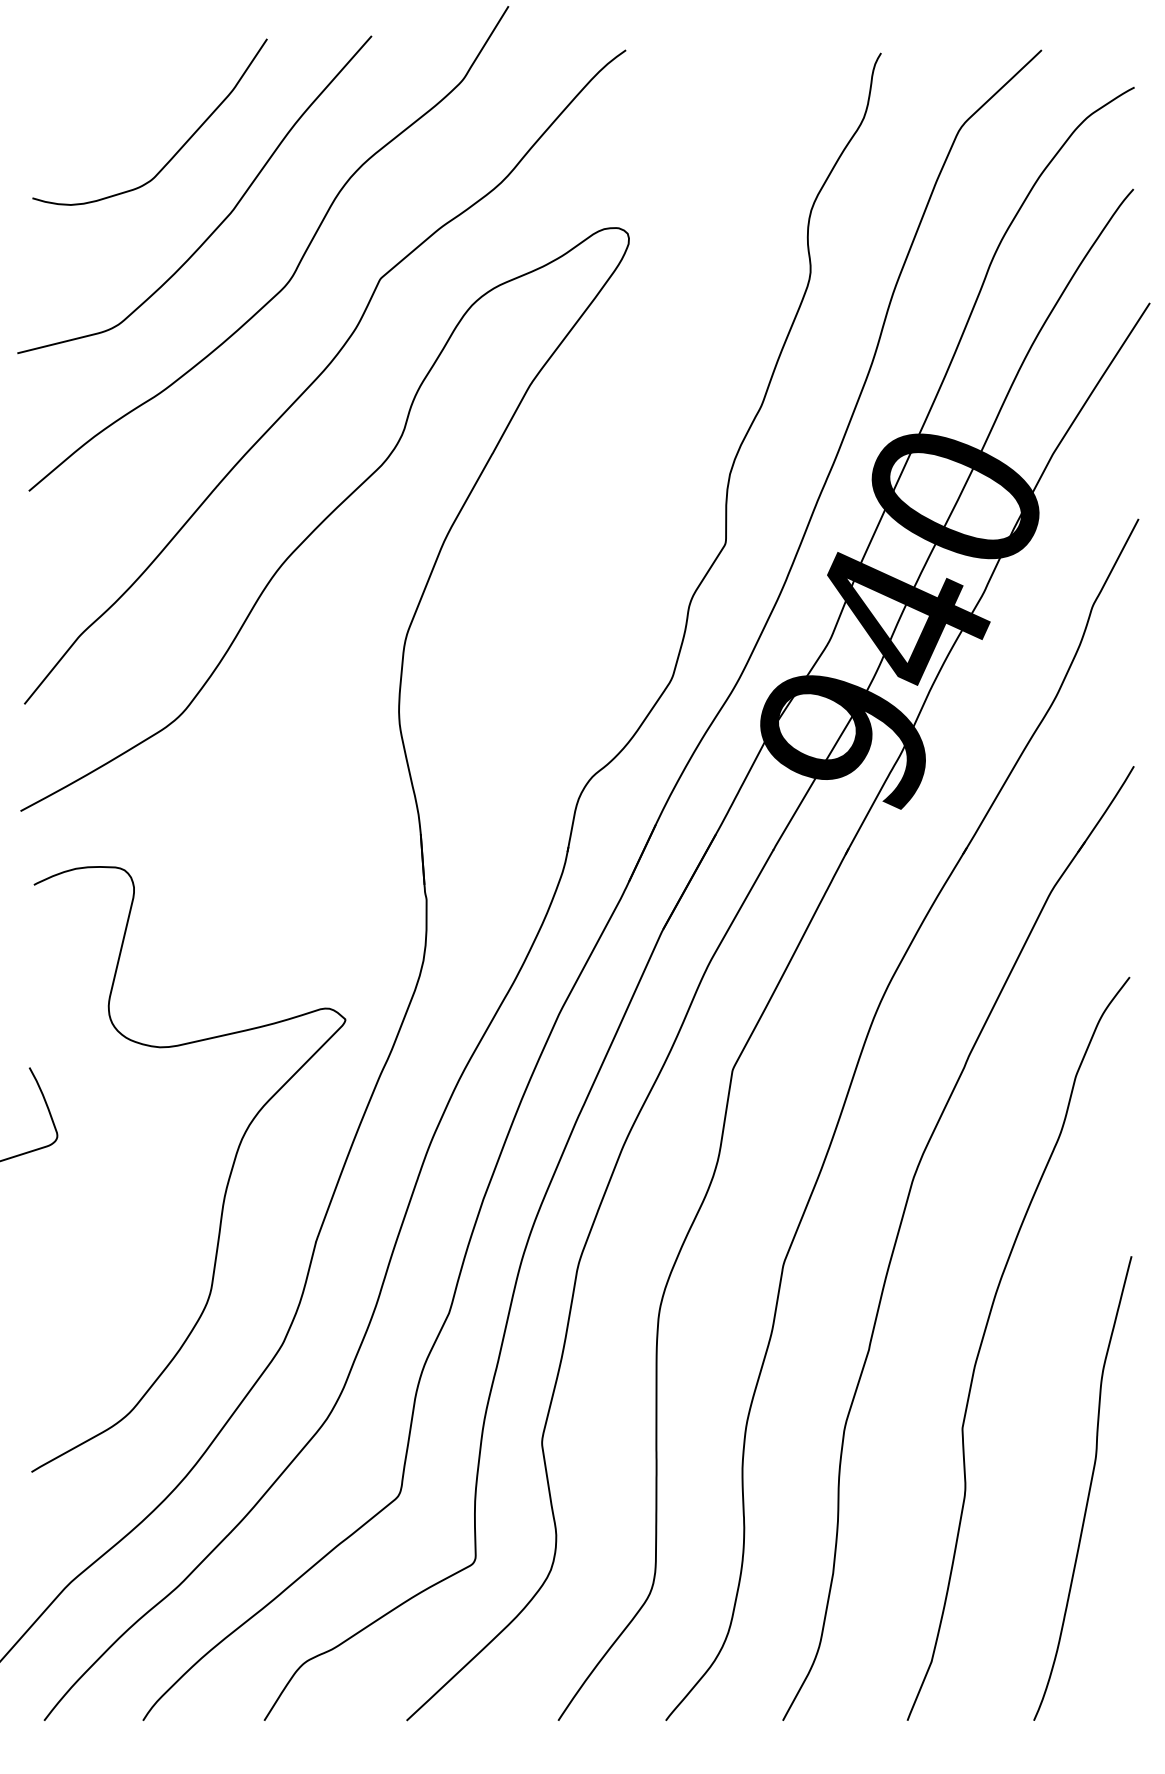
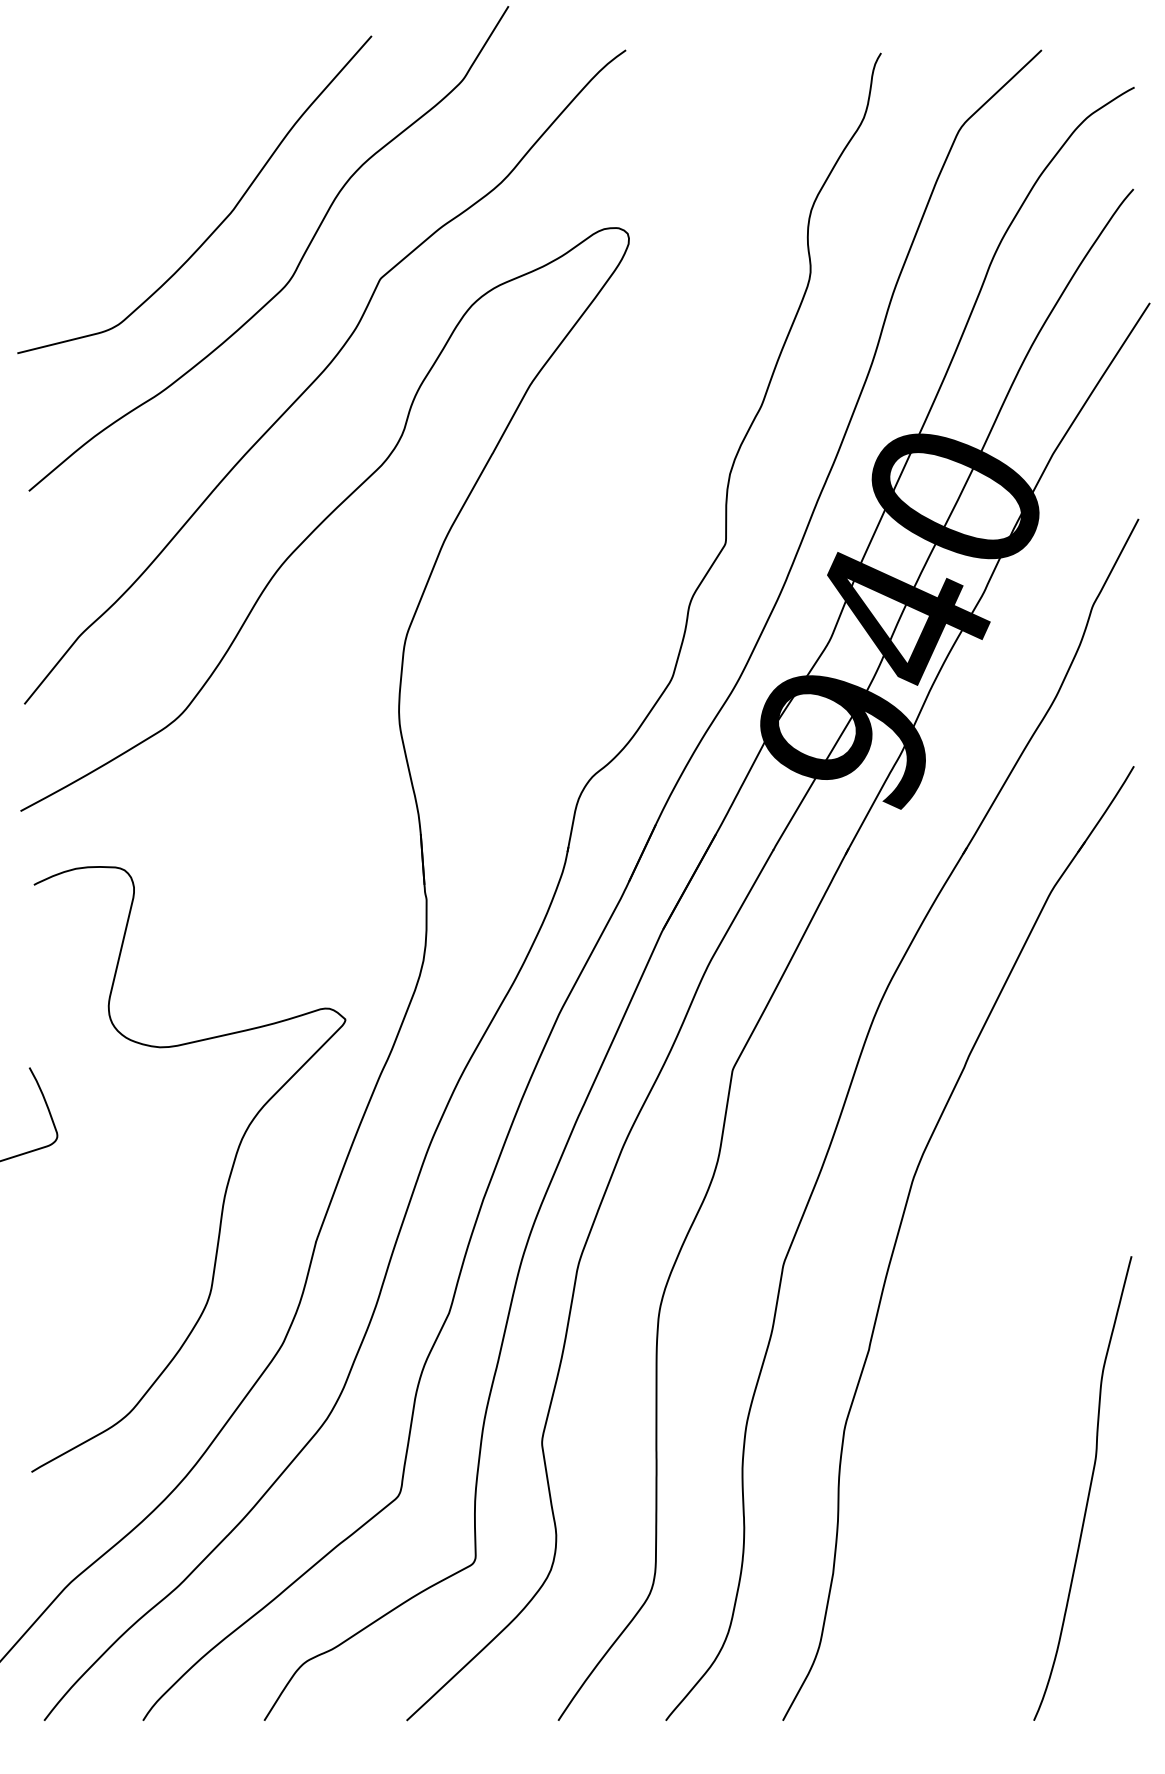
curve at (178, 149): present -> none
curve at (983, 1340): present -> none
